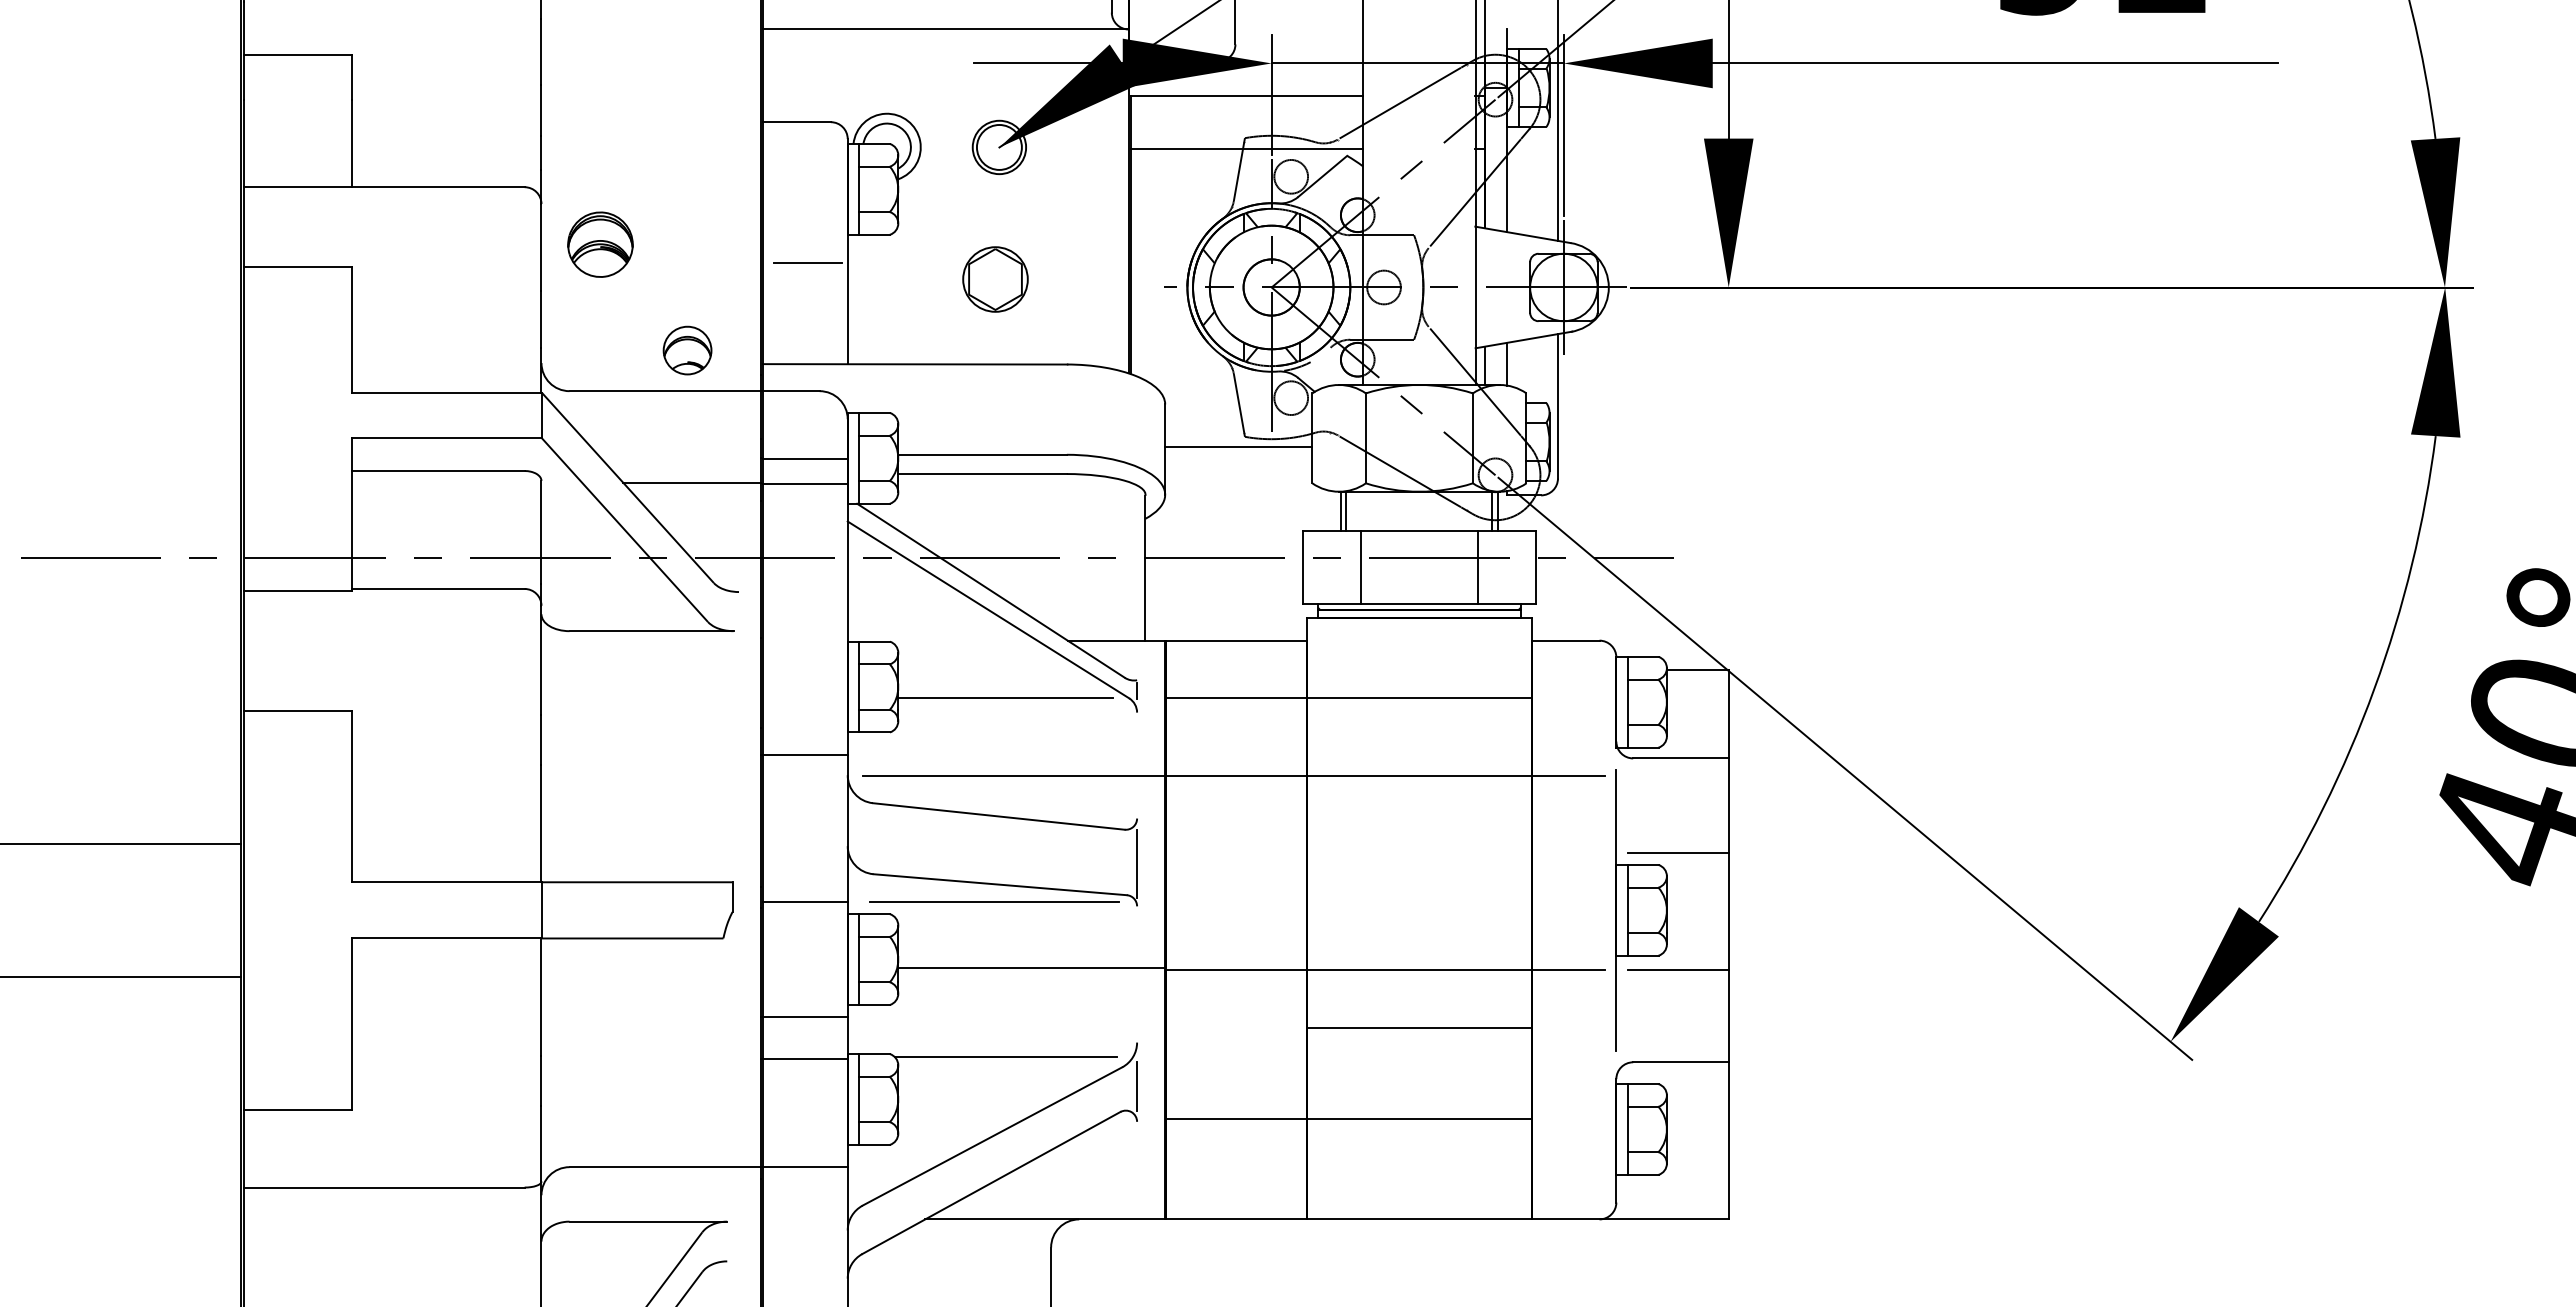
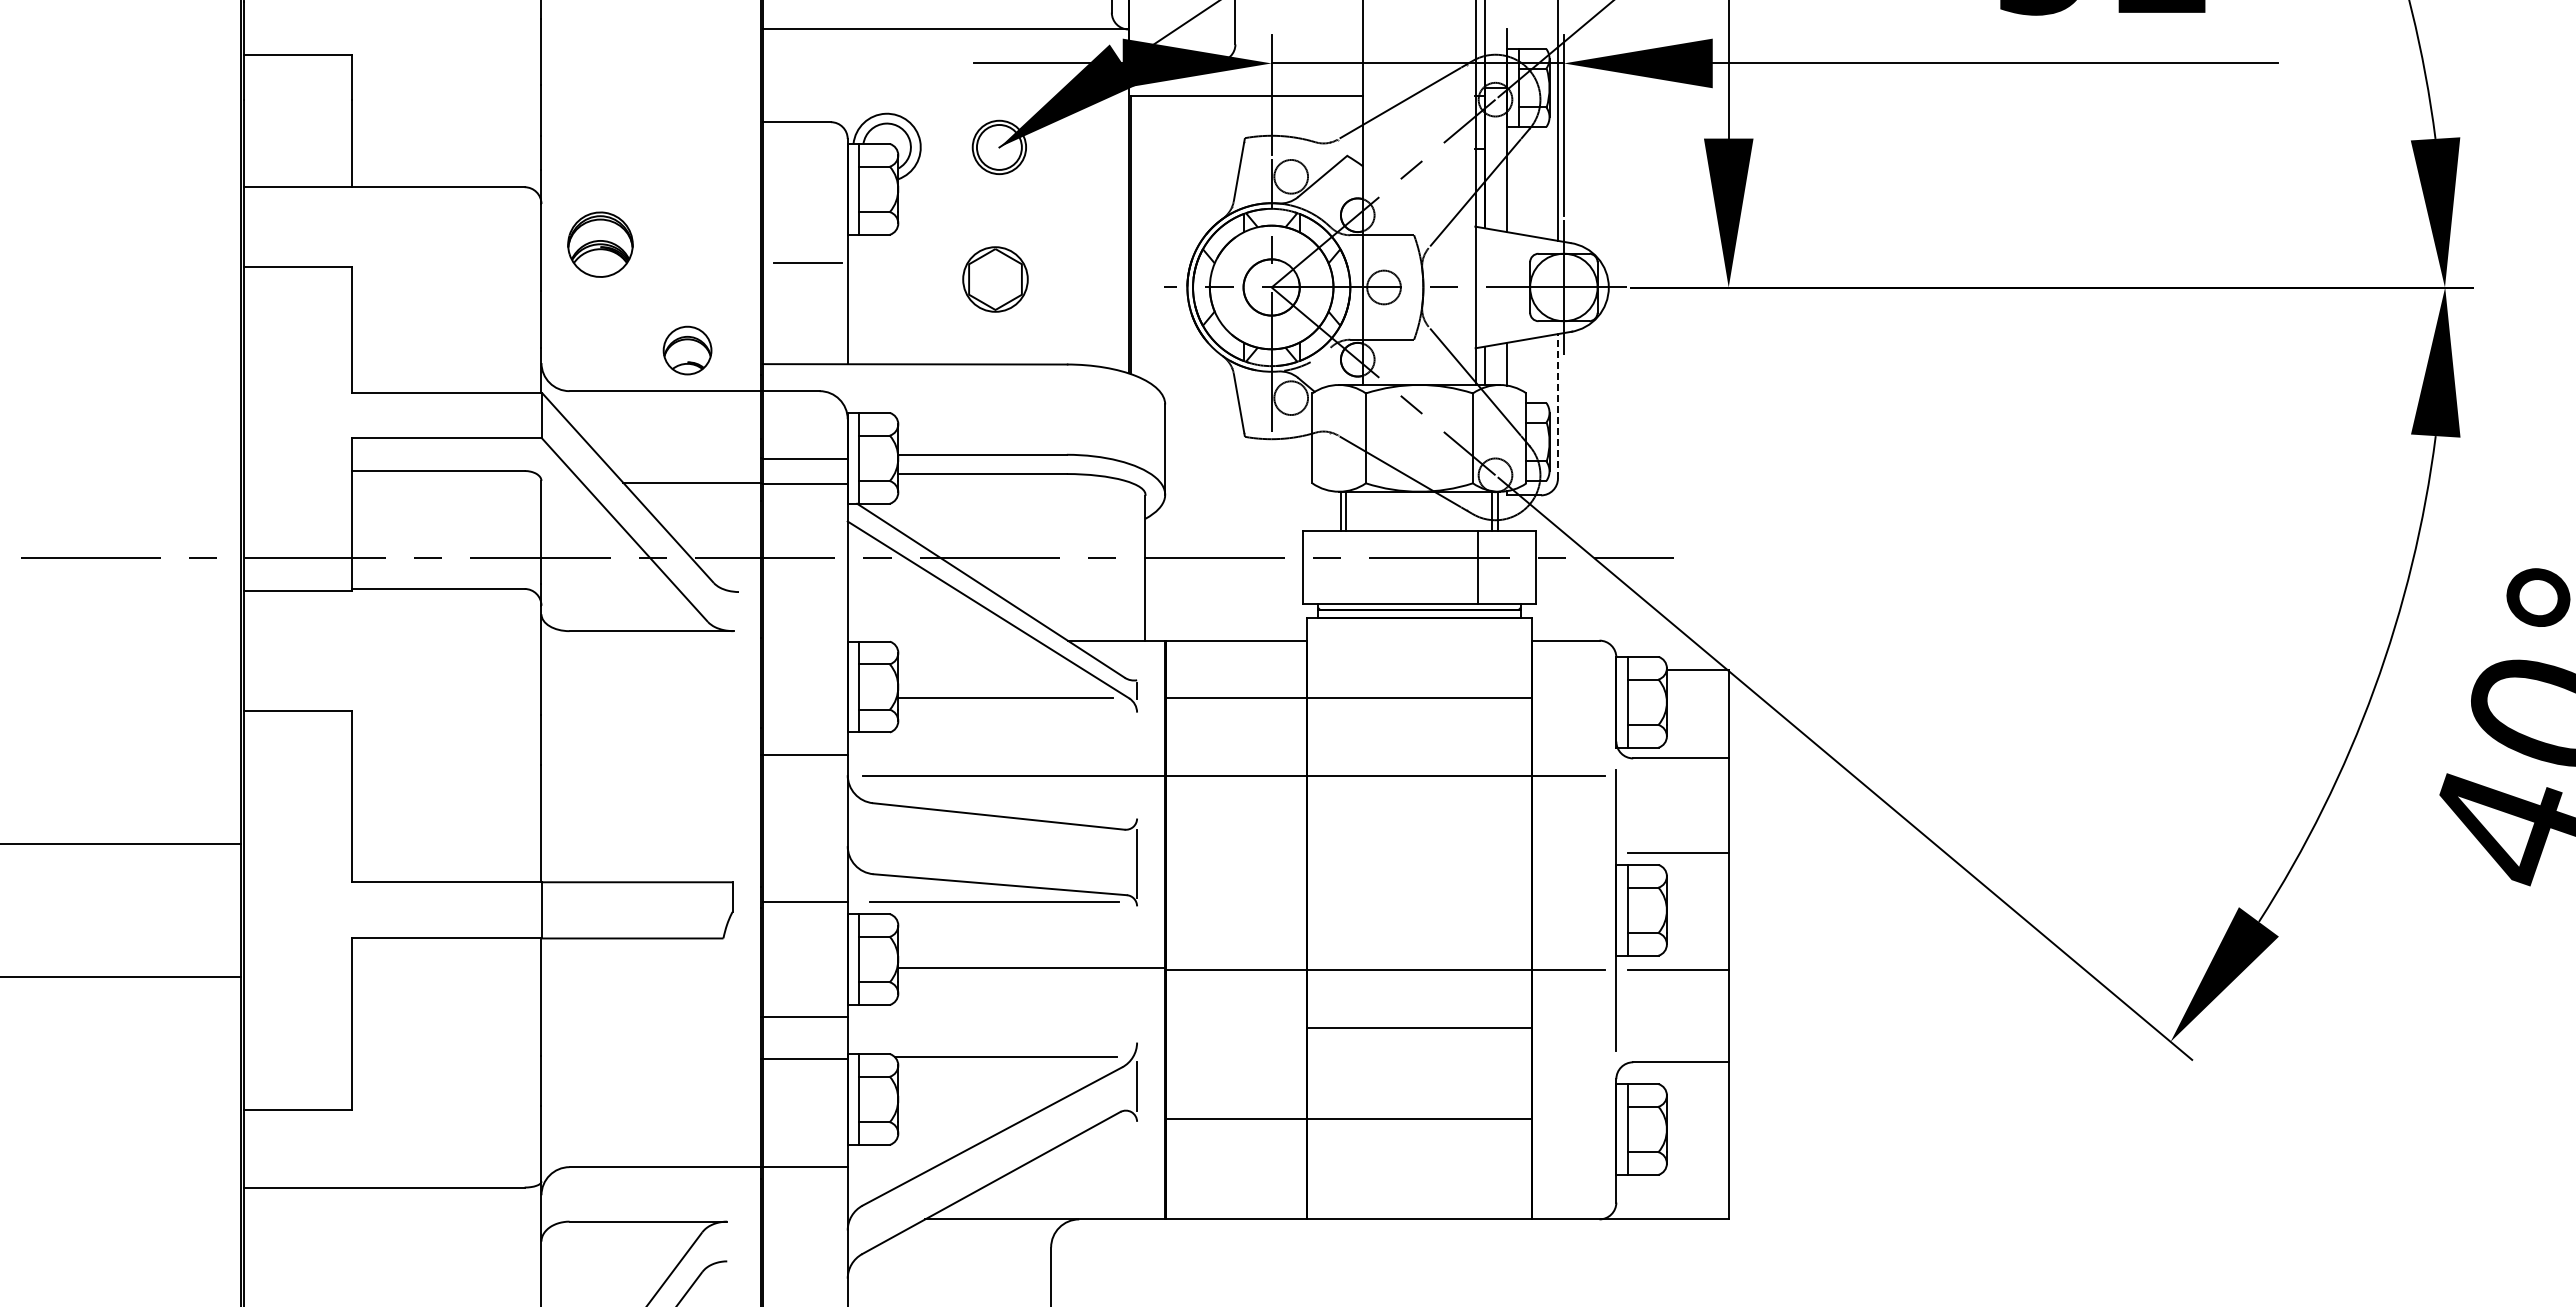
line at (1246, 149): present -> none
line at (1557, 405): solid -> dashed
line at (1238, 447): present -> none
line at (1361, 567): present -> none
